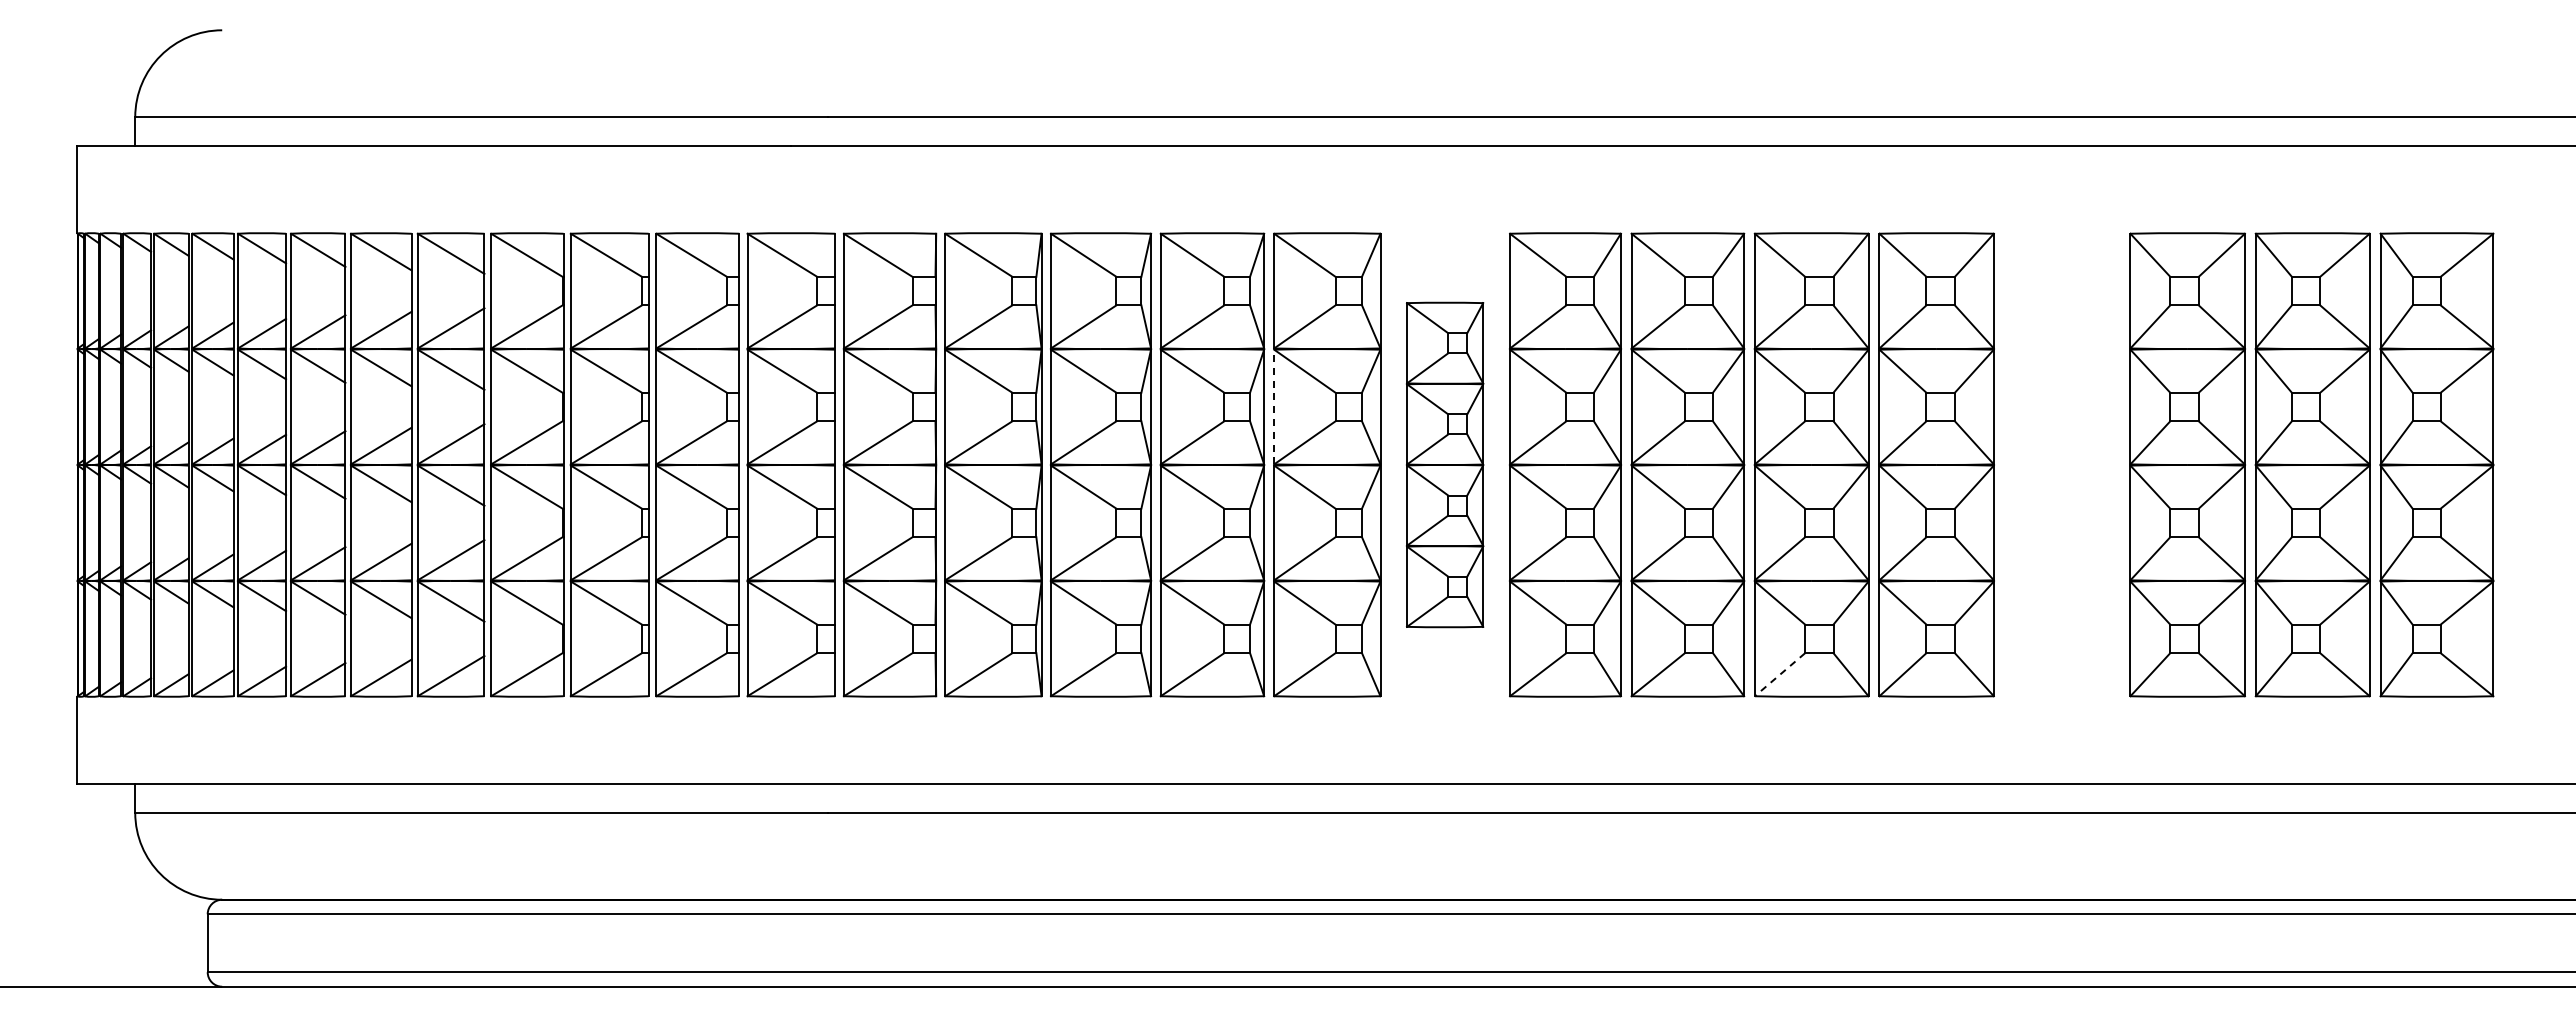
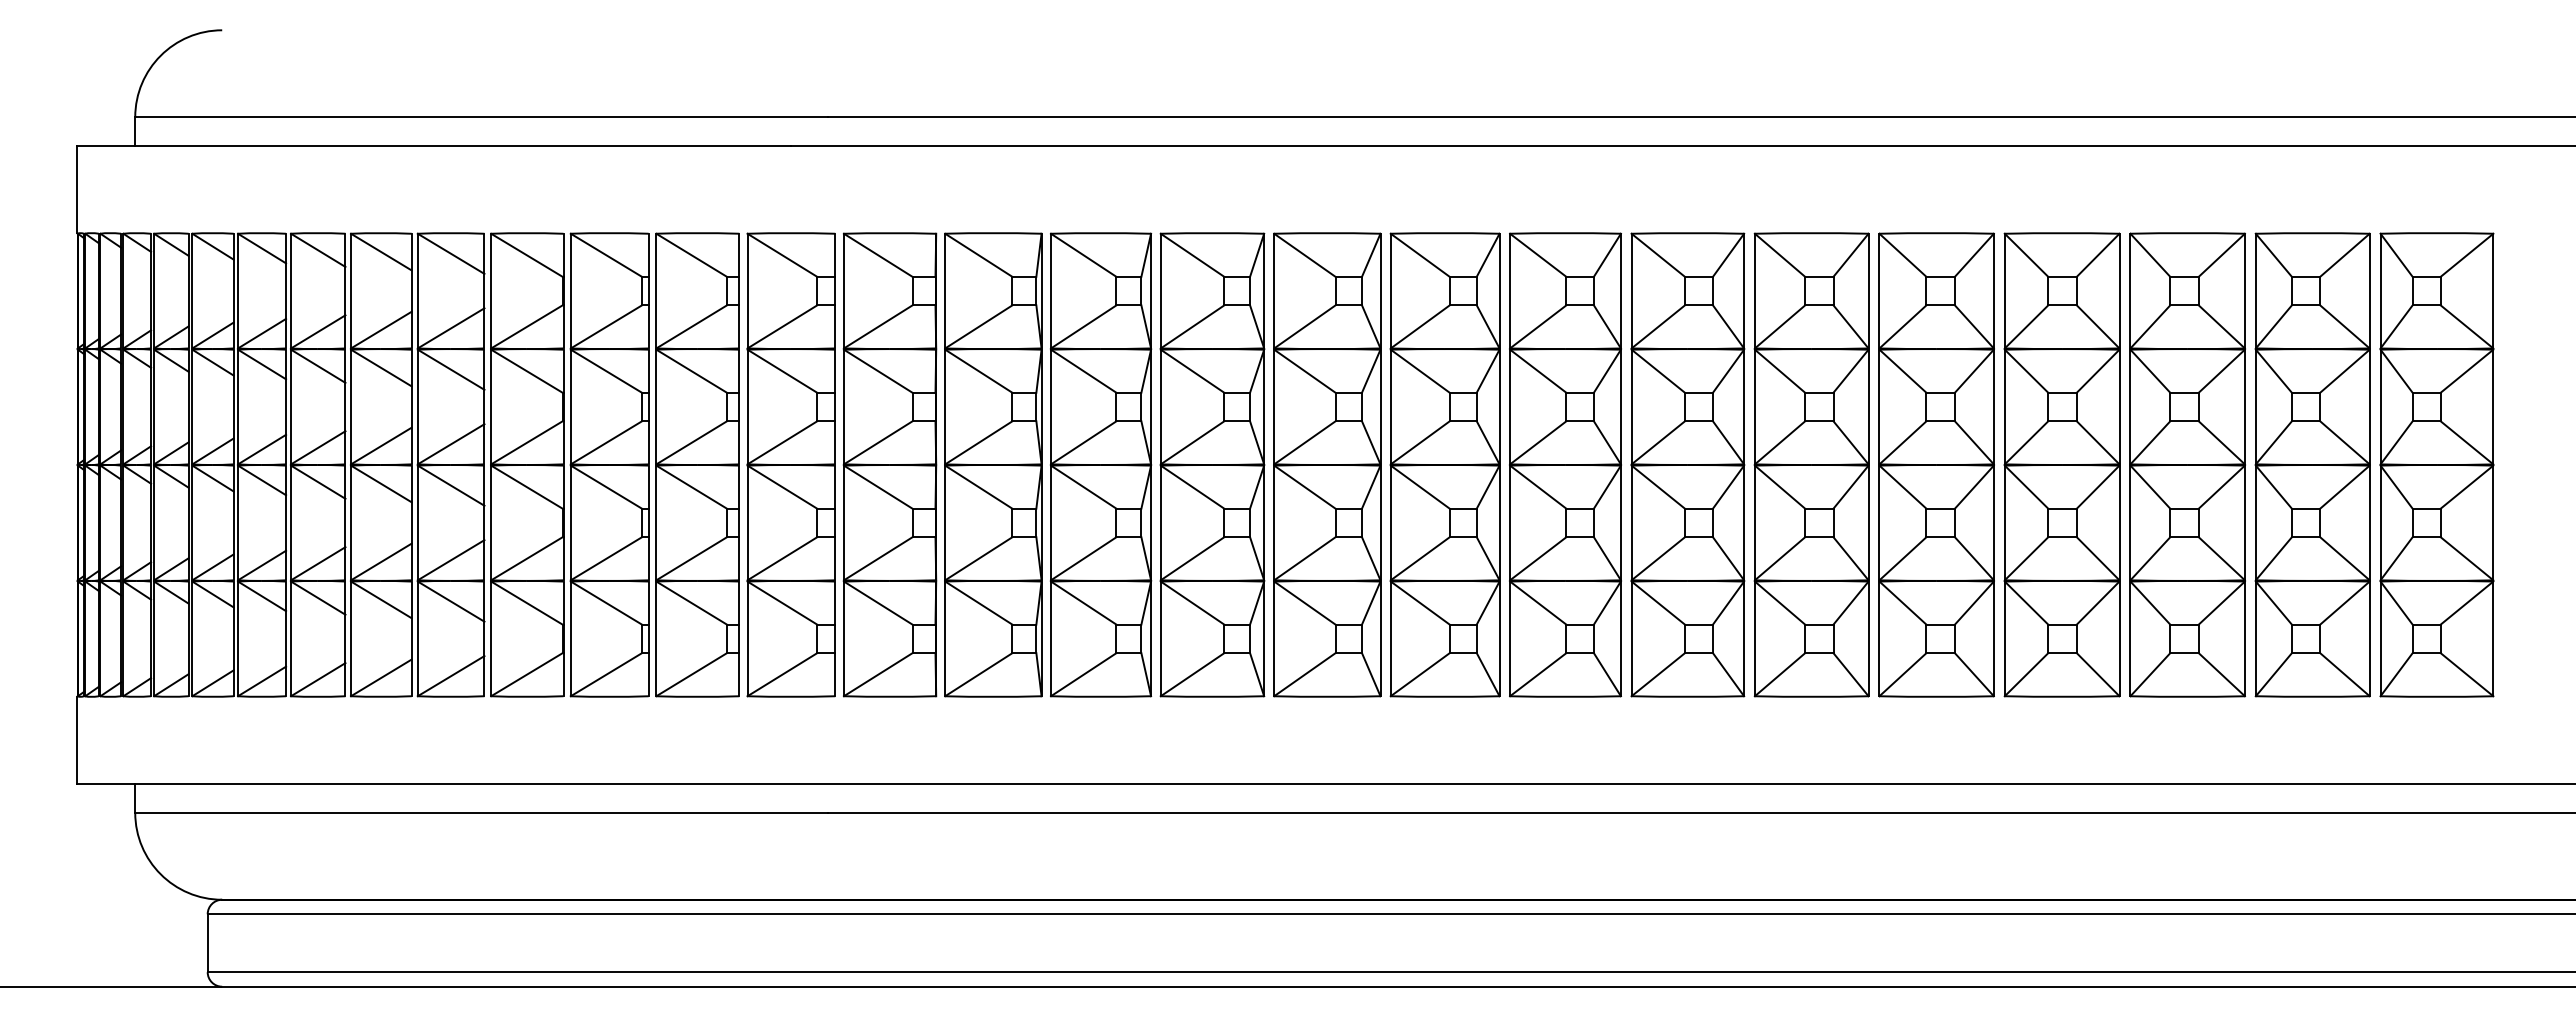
line at (1274, 406): dashed -> solid
part at (1445, 464) size: 79x328 px -> 112x466 px
part at (2061, 464): none -> present
line at (1779, 675): dashed -> solid
